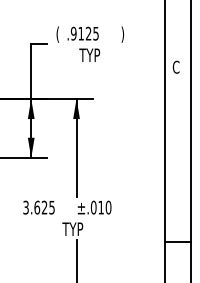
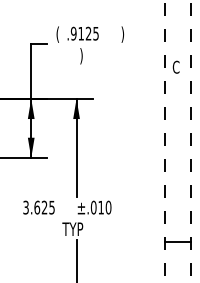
text at (89, 56): TYP -> )
line at (165, 141): solid -> dashed
line at (191, 141): solid -> dashed
